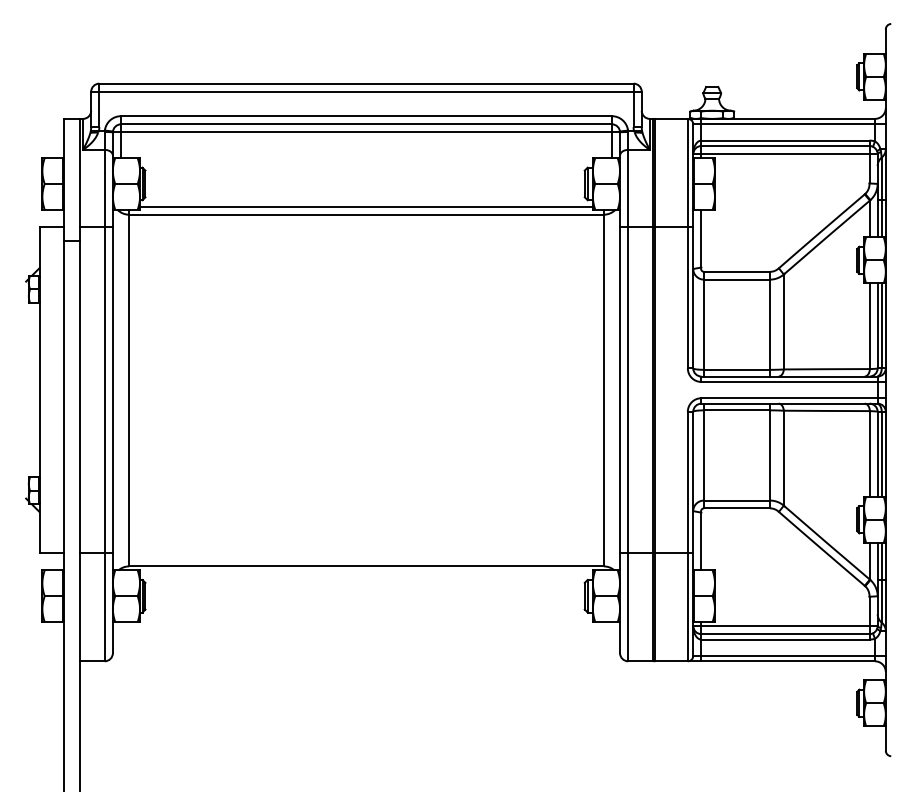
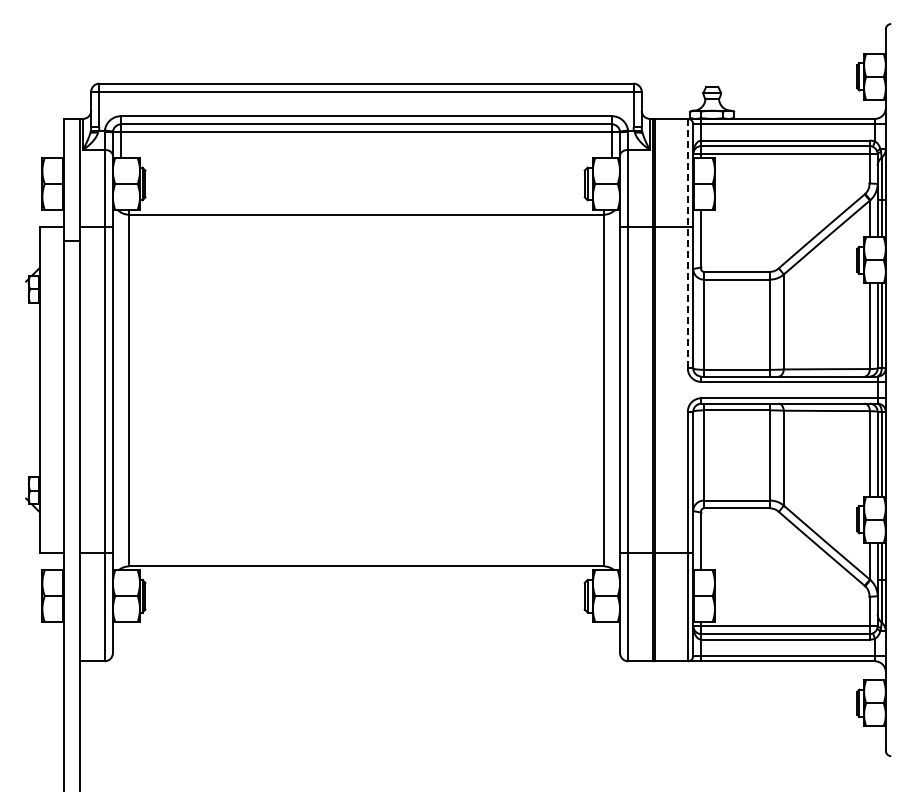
line at (366, 206): present -> none
line at (687, 243): solid -> dashed
